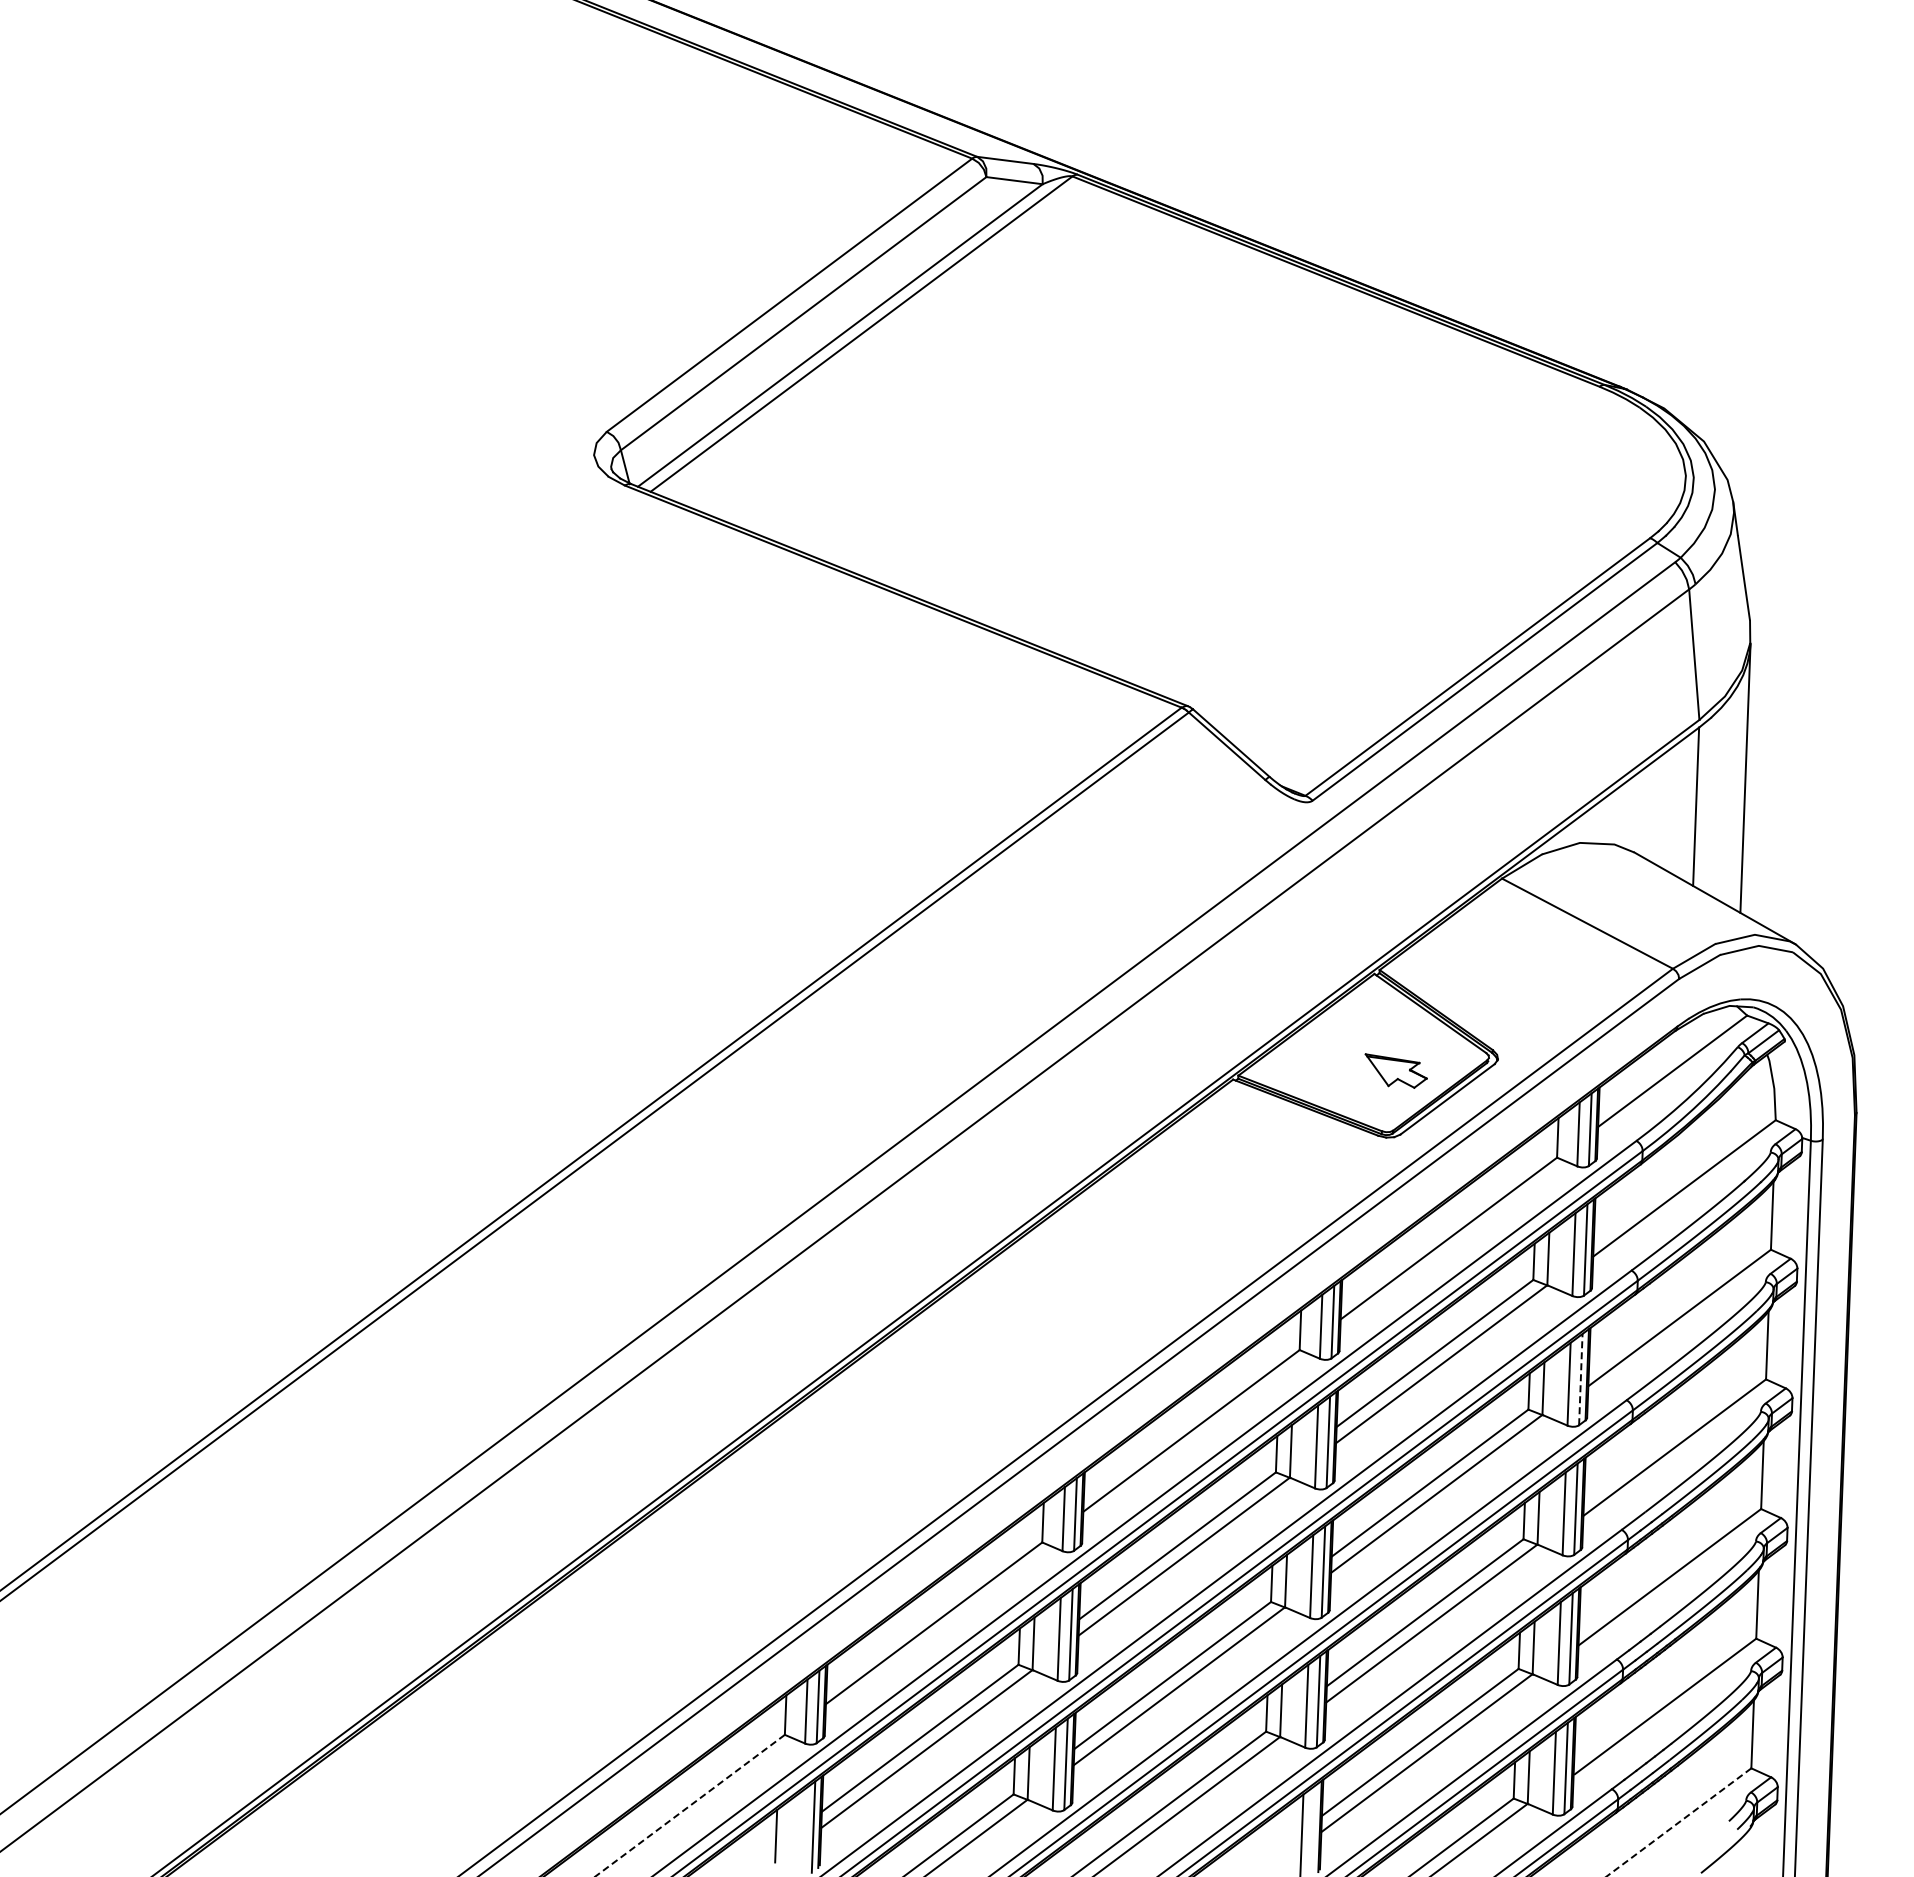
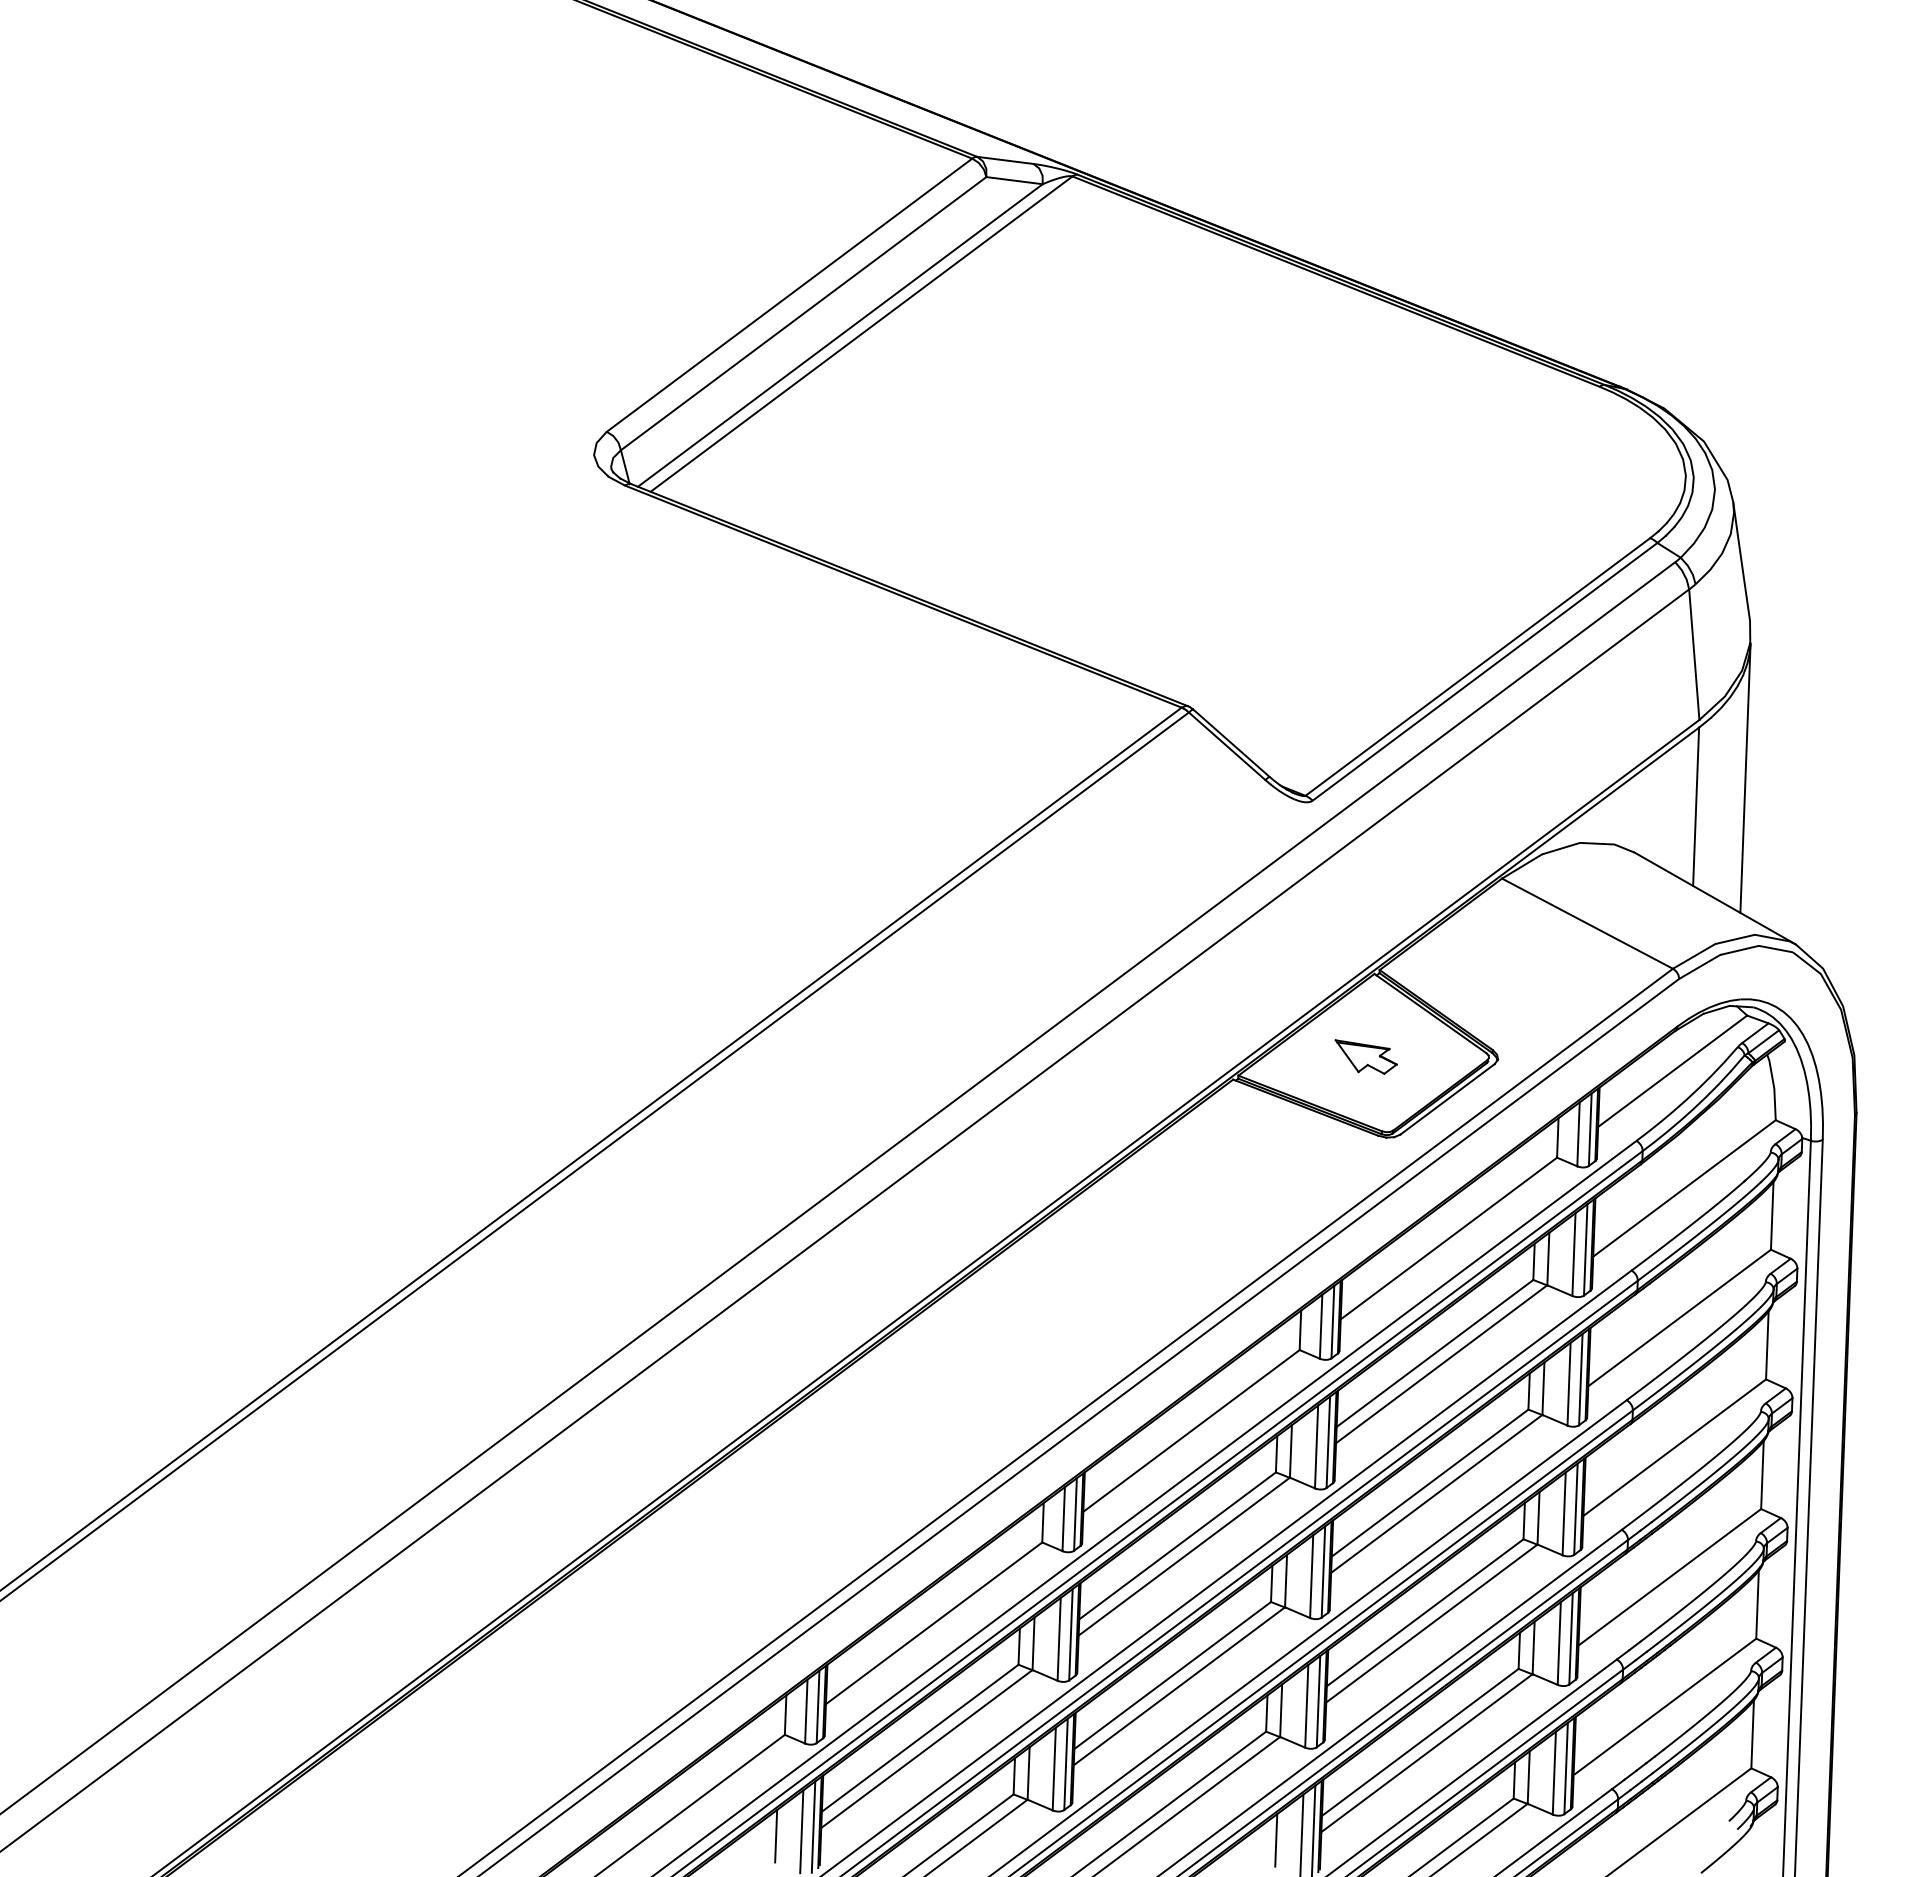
part at (1395, 1070) position: (1395, 1070) -> (1365, 1056)
line at (1580, 1379): dashed -> solid
line at (689, 1805): dashed -> solid
line at (1678, 1822): dashed -> solid
line at (1313, 1829): none -> present
line at (801, 1831): none -> present
line at (1276, 1840): none -> present
